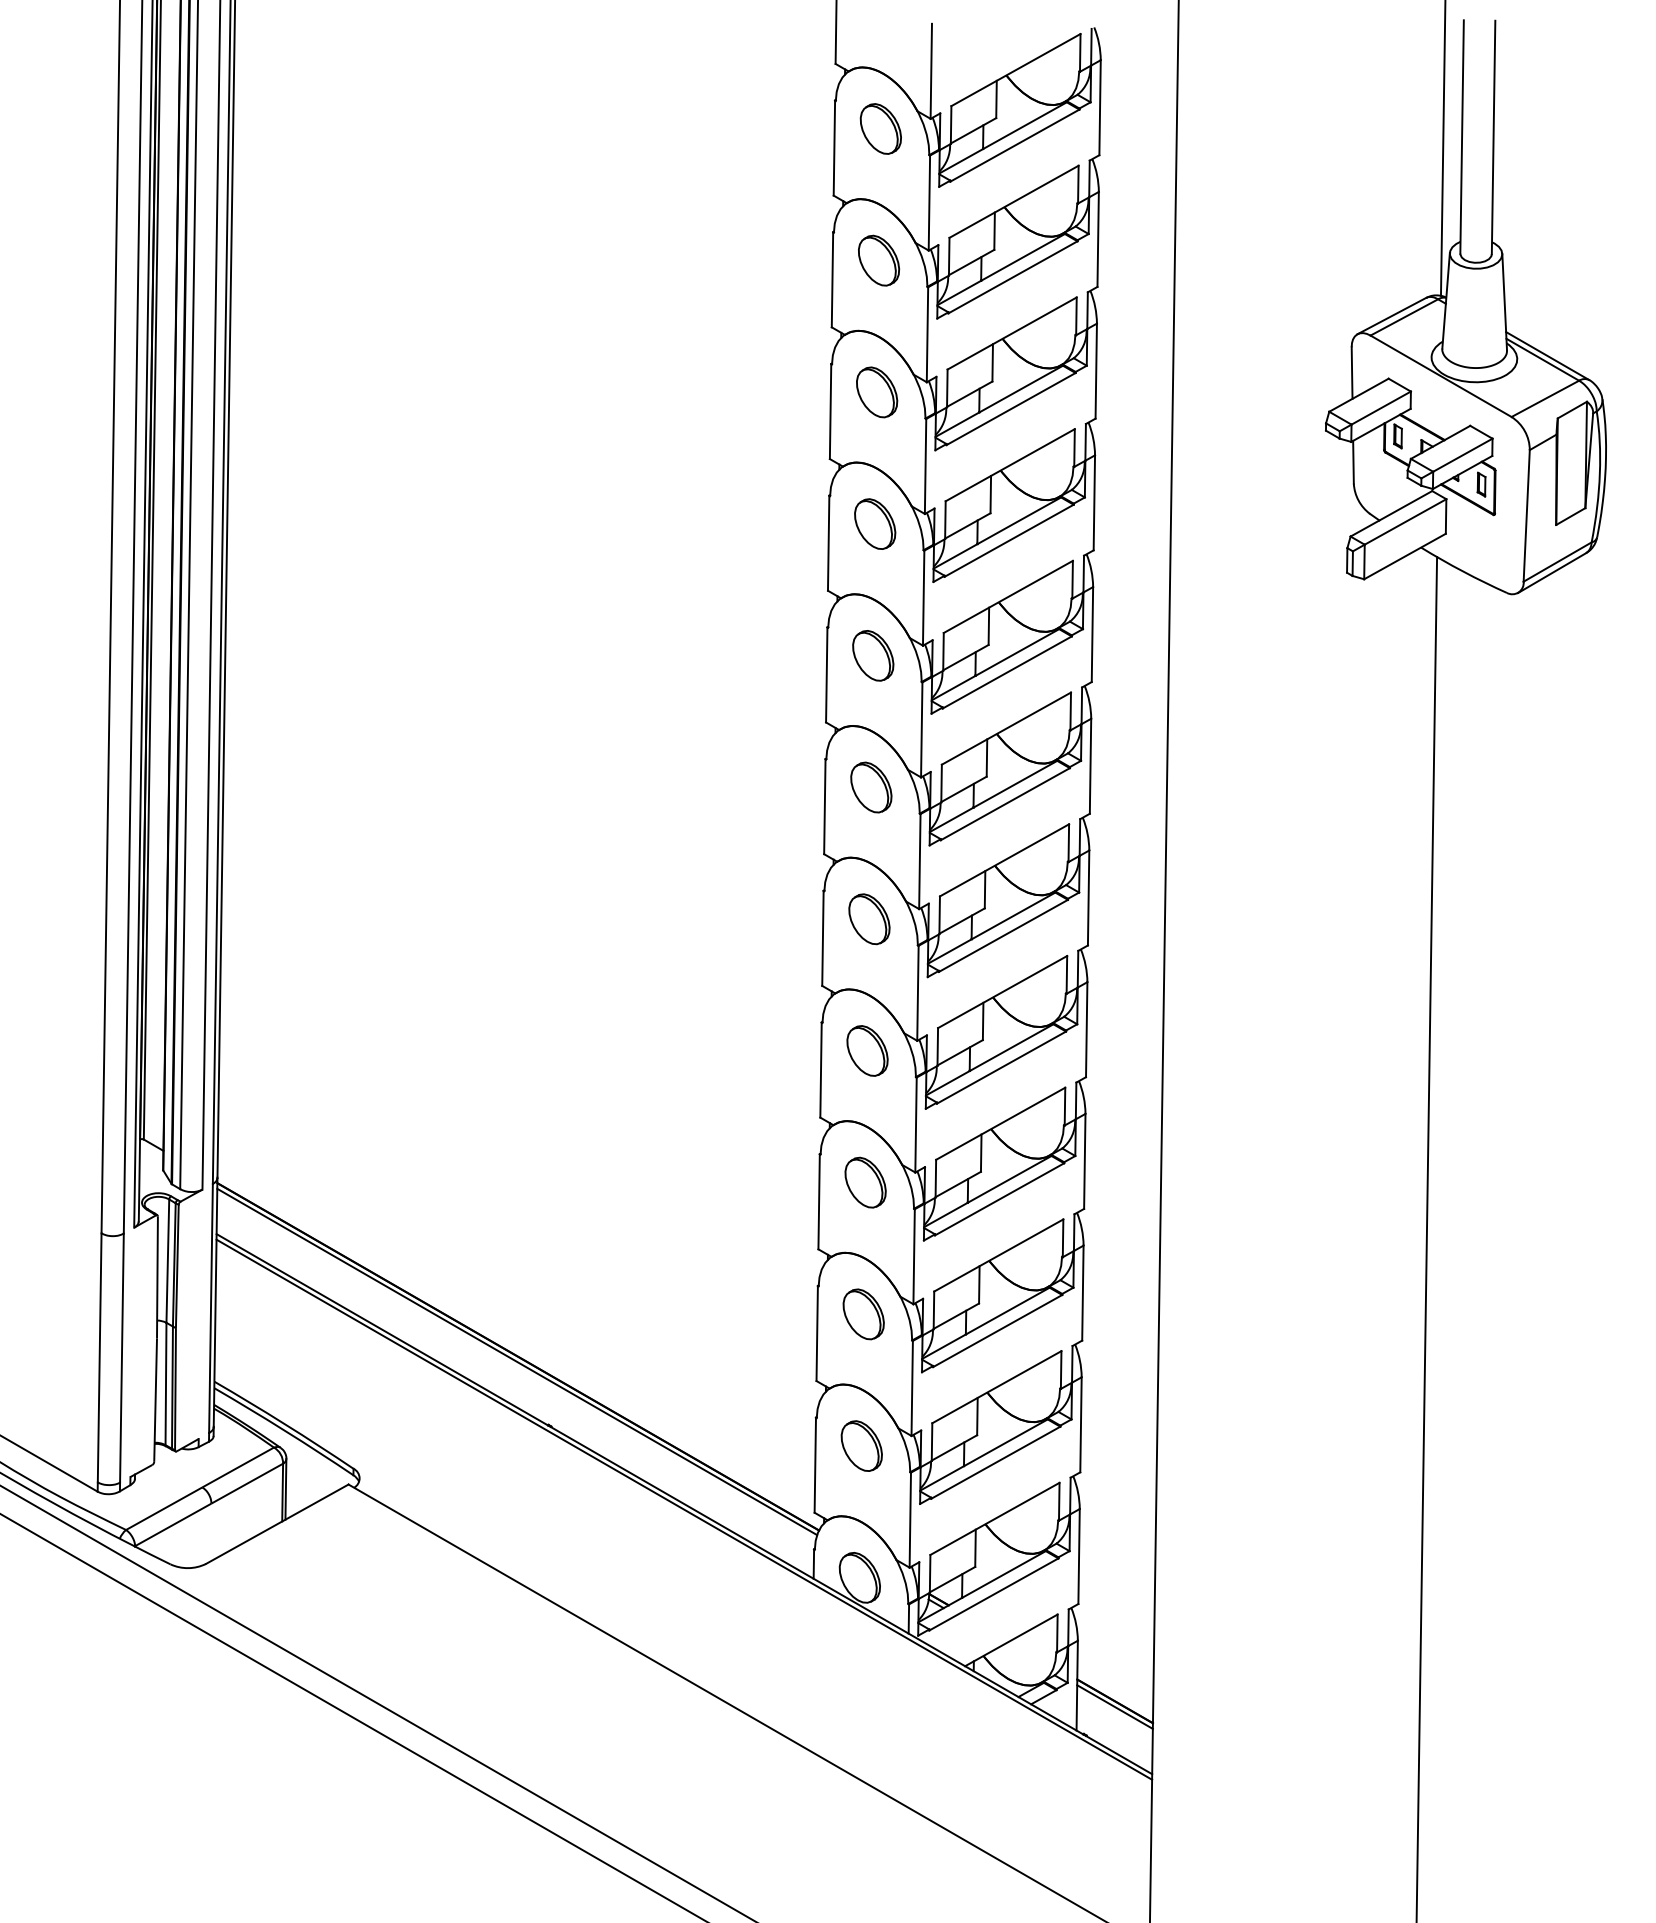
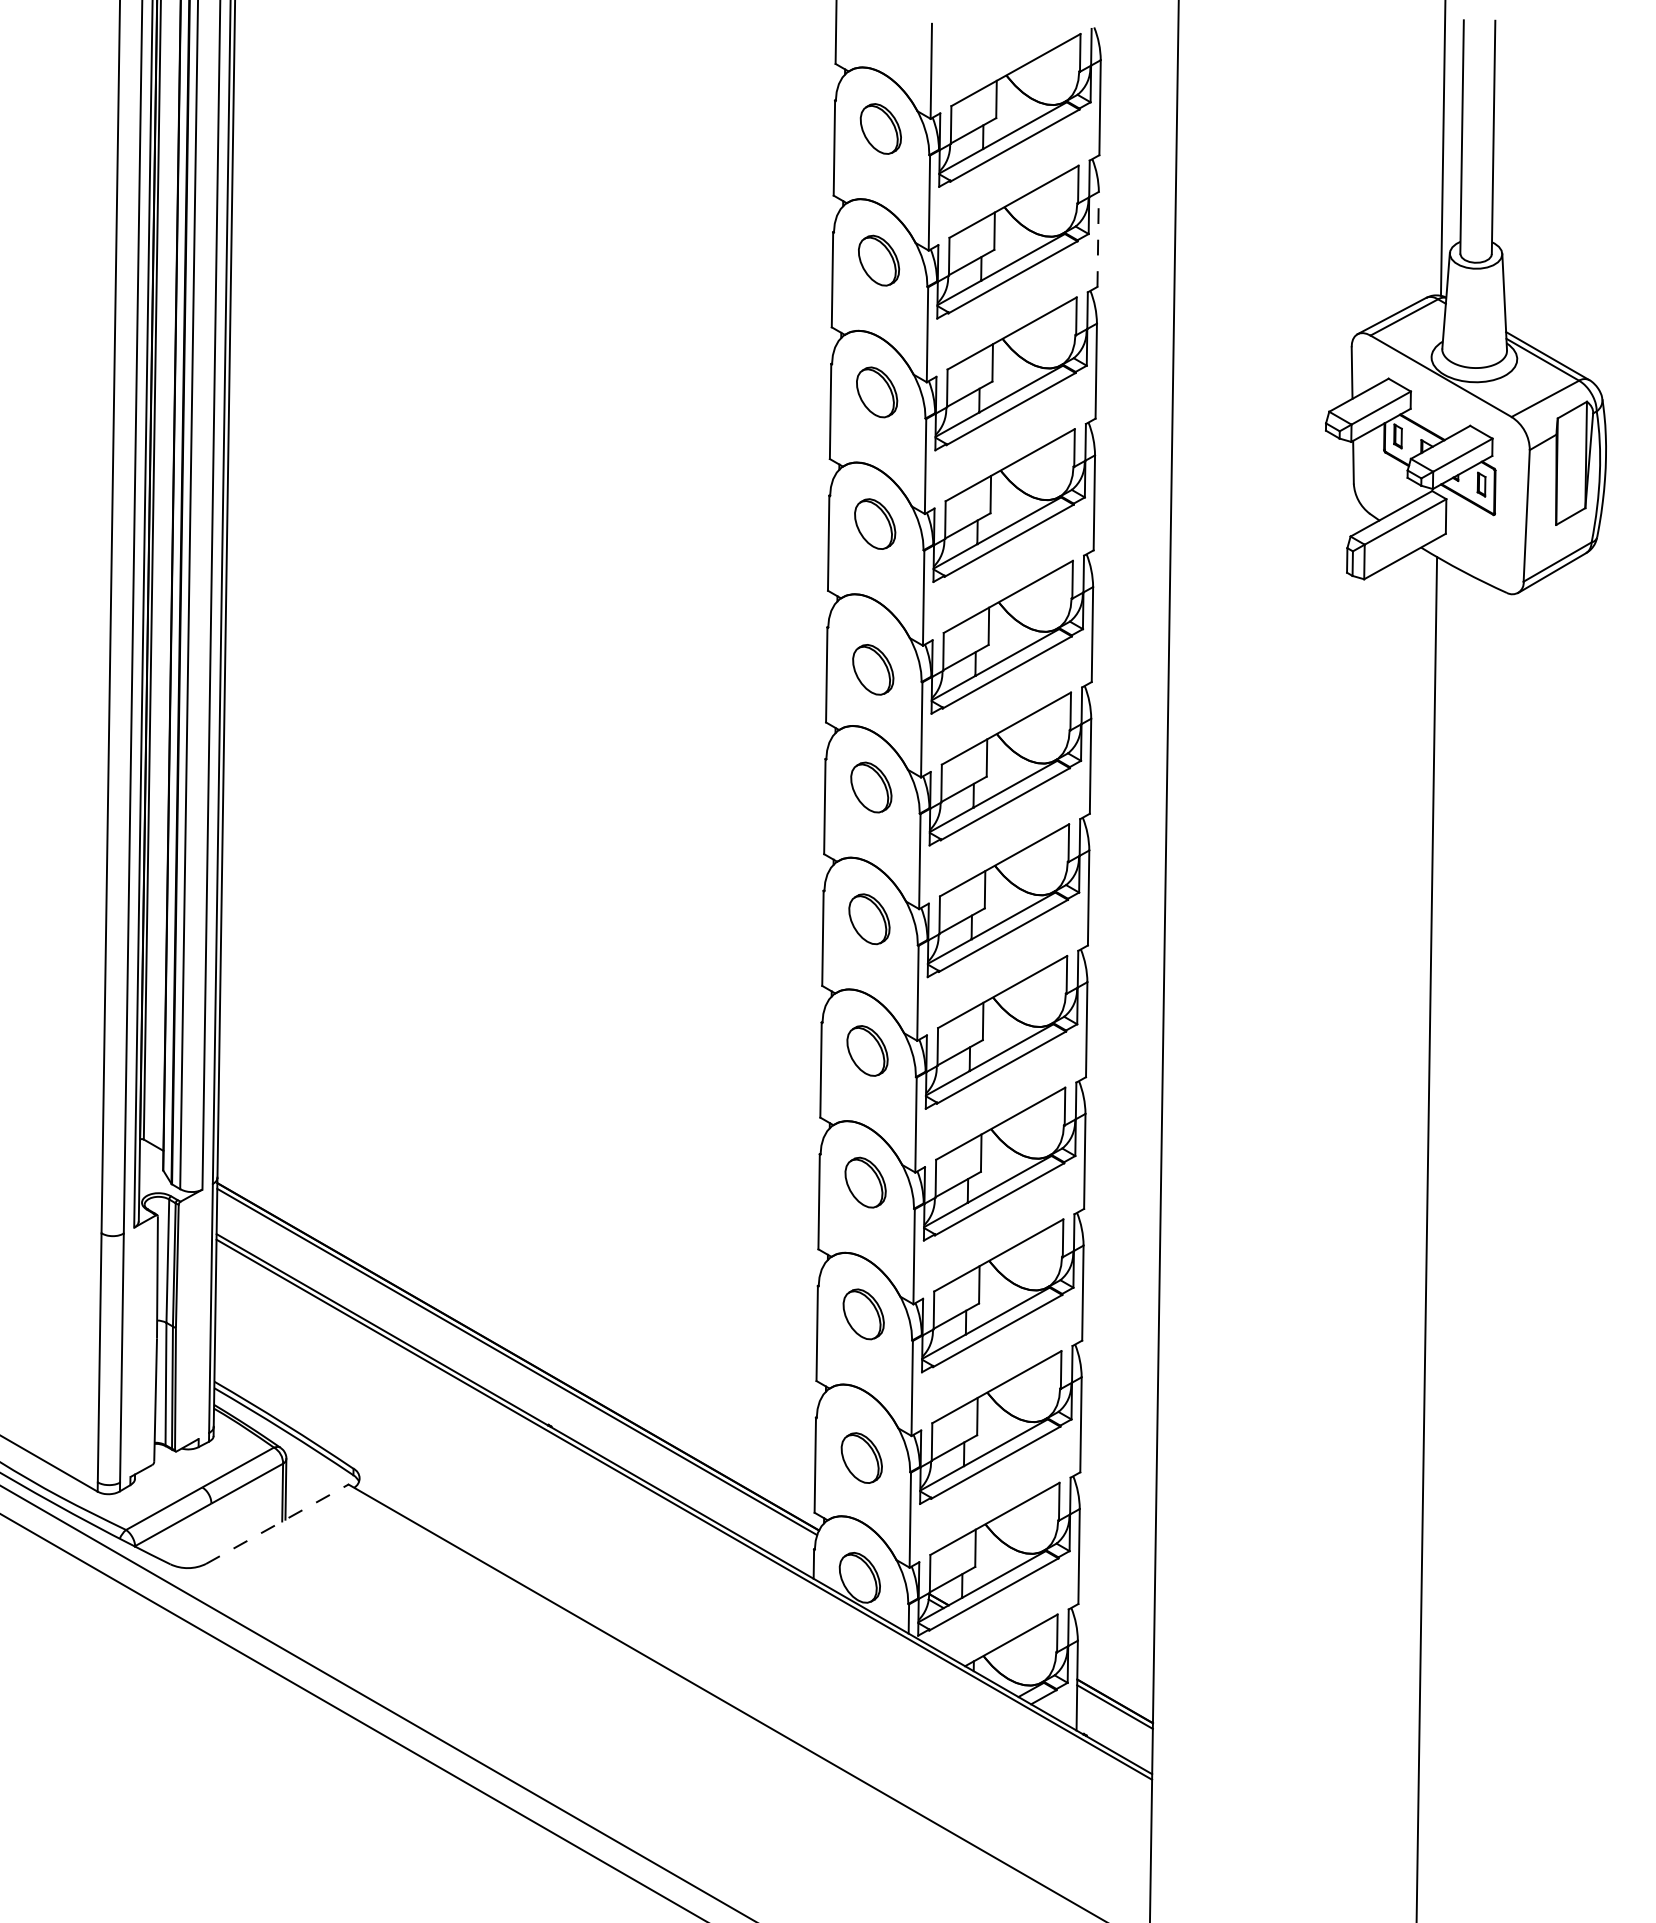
line at (1098, 239): solid -> dashed
part at (873, 655) position: (873, 655) -> (873, 669)
part at (861, 1445) position: (861, 1445) -> (861, 1457)
line at (277, 1524): solid -> dashed
